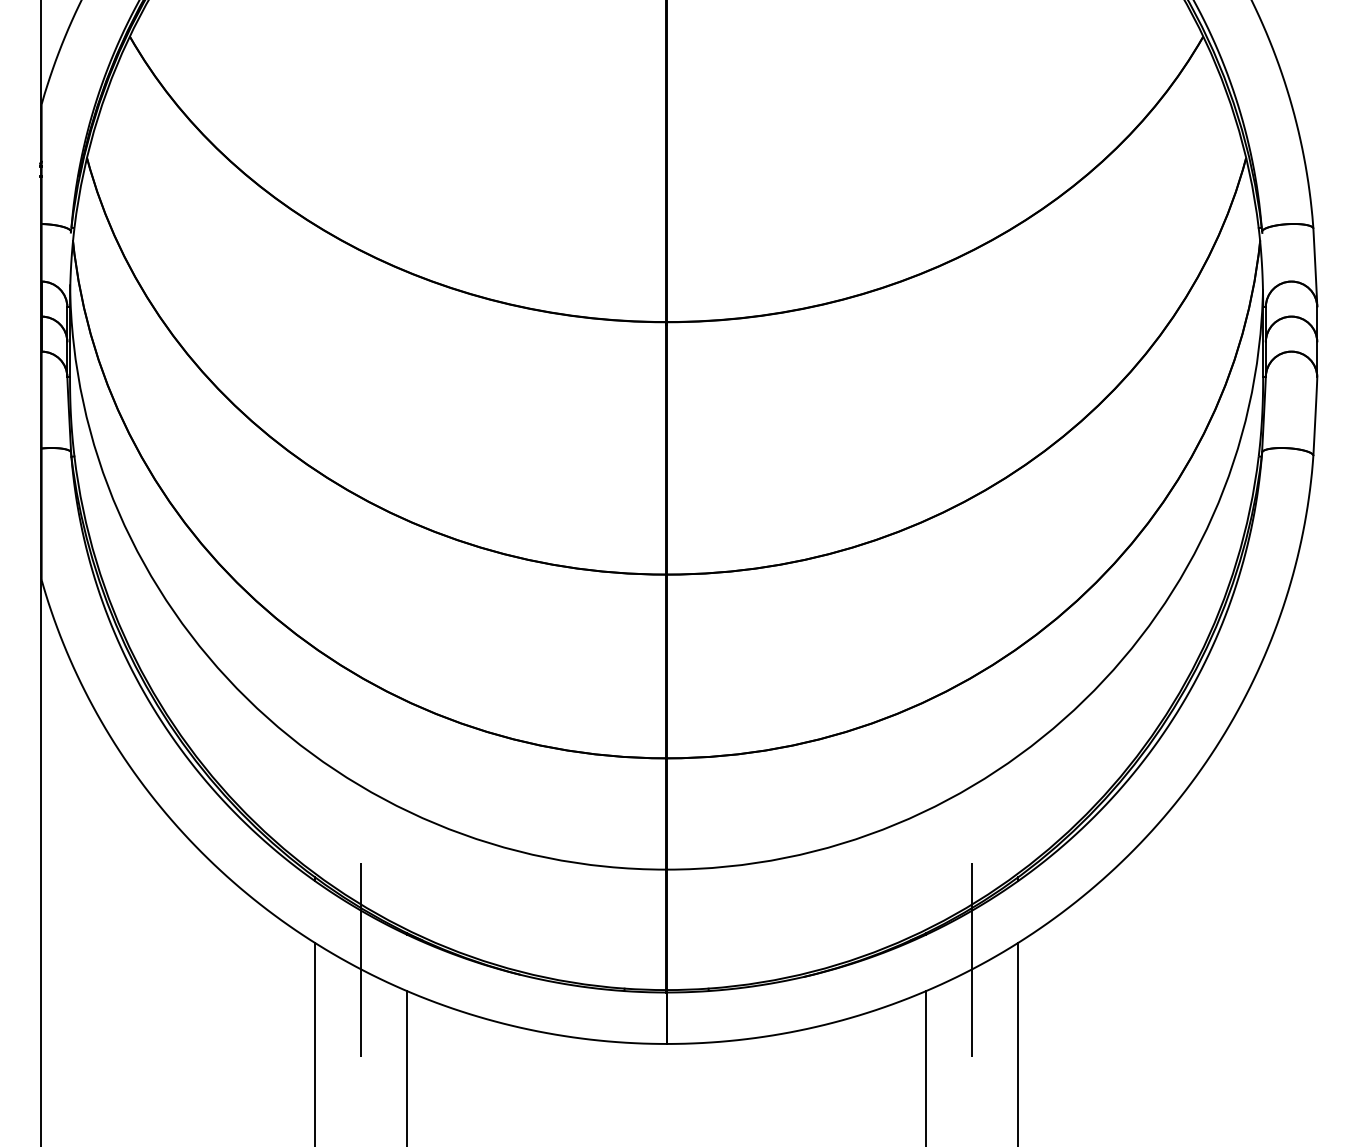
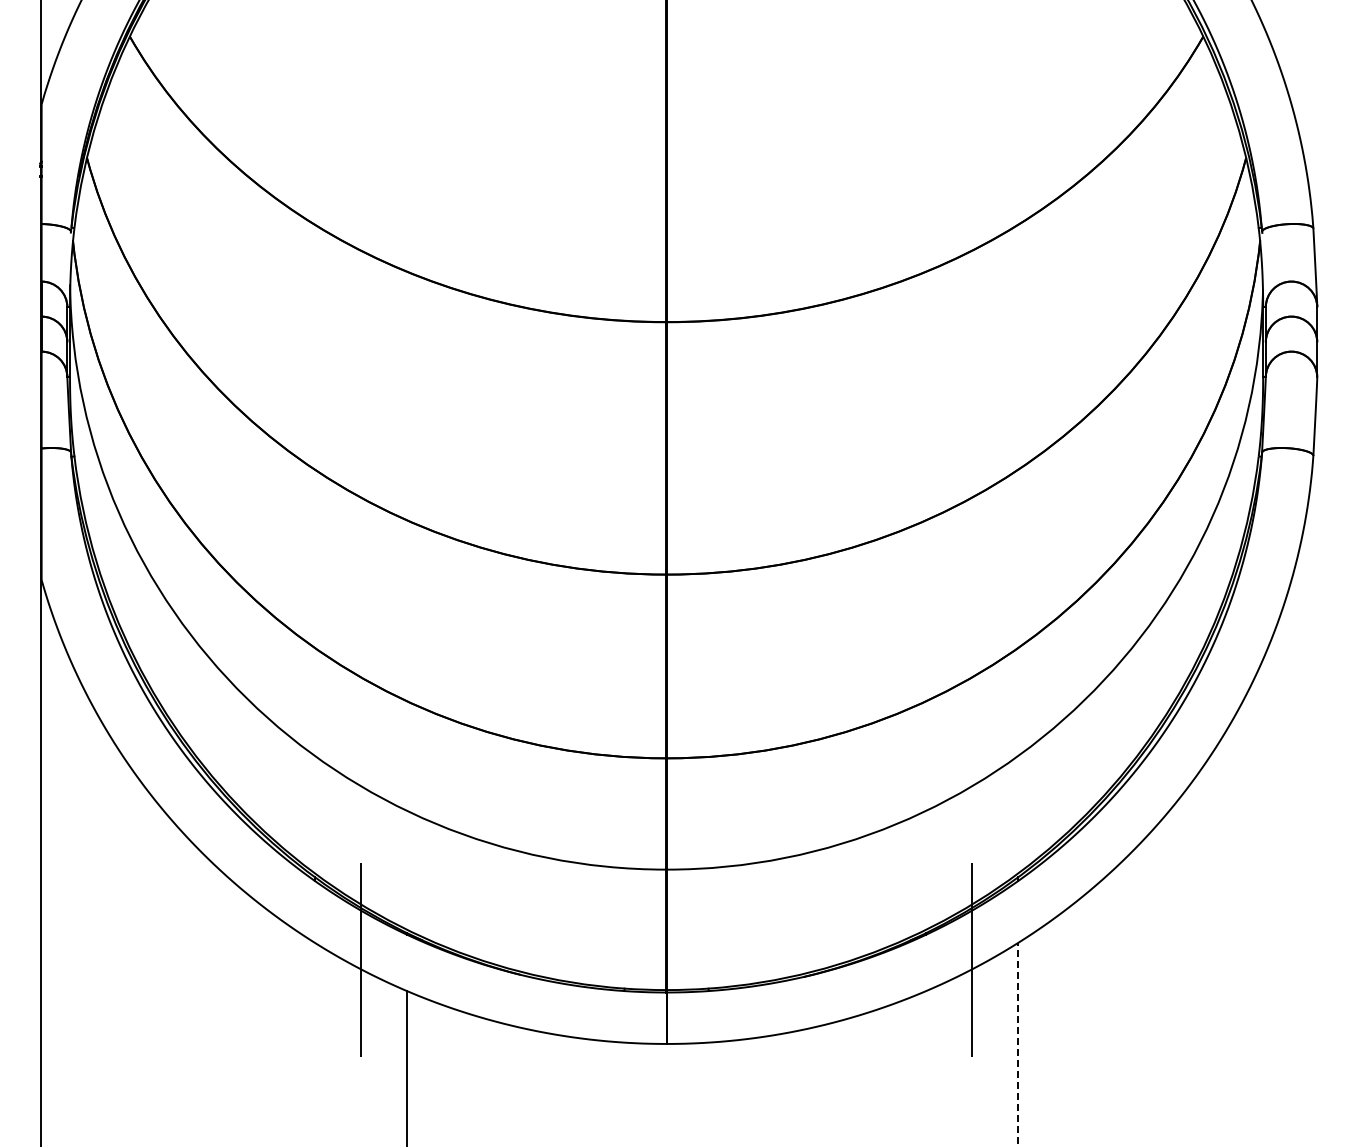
line at (315, 1043): present -> none
line at (1017, 1044): solid -> dashed
line at (925, 1067): present -> none
